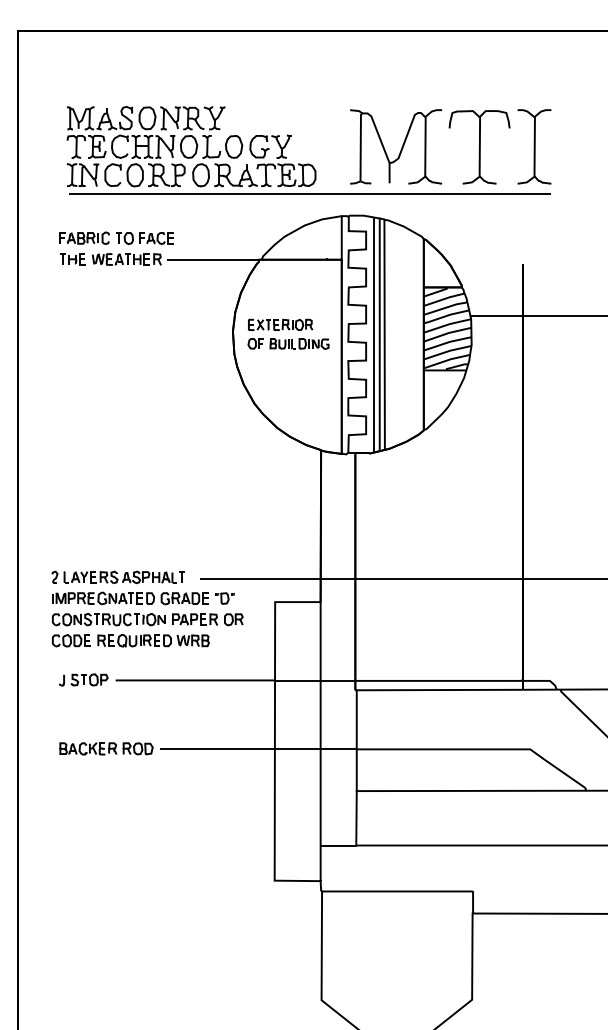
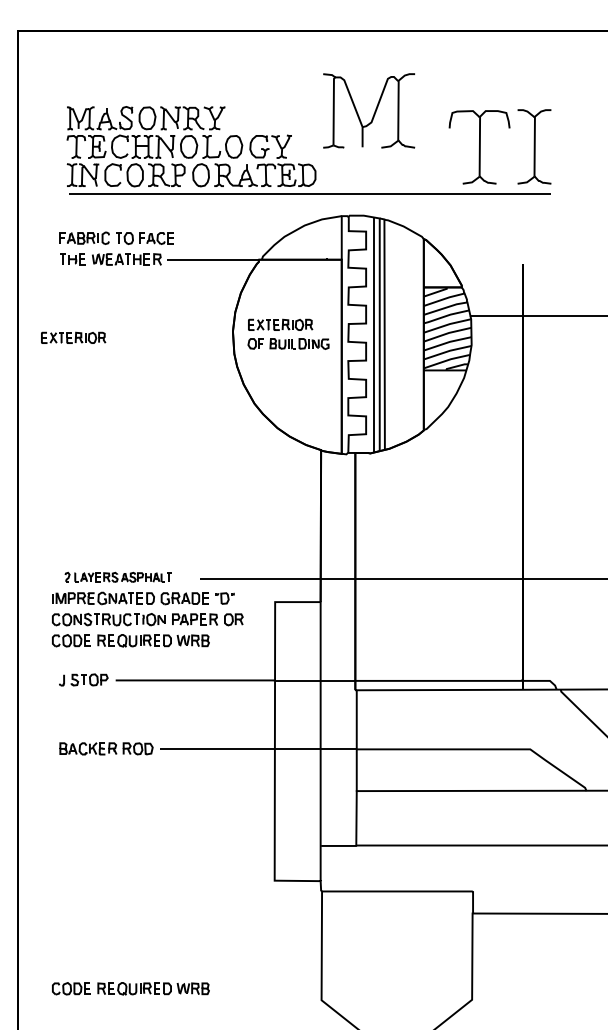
part at (396, 146) position: (396, 146) -> (369, 110)
part at (73, 337): none -> present
part at (117, 577) size: 134x15 px -> 108x12 px
part at (130, 988): none -> present
